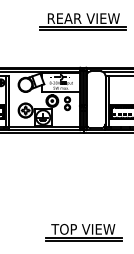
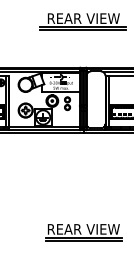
text at (83, 229): TOP VIEW -> REAR VIEW
